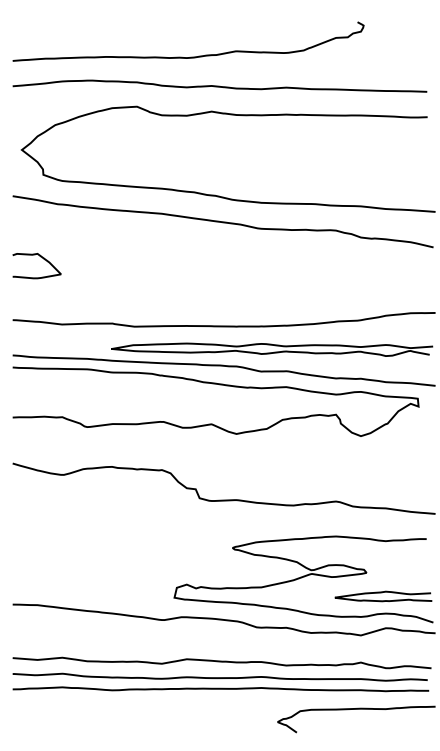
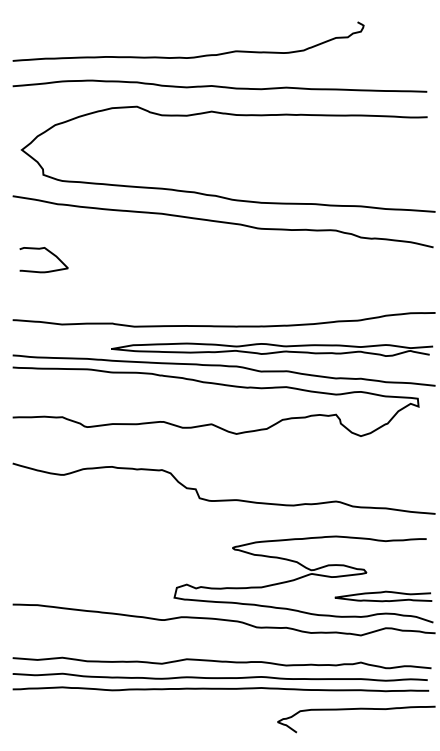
curve at (40, 257) position: (40, 257) -> (47, 251)
